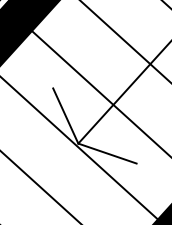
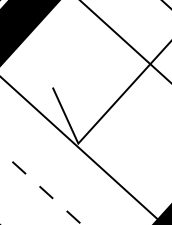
line at (99, 93): present -> none
line at (107, 153): present -> none
line at (41, 187): solid -> dashed
